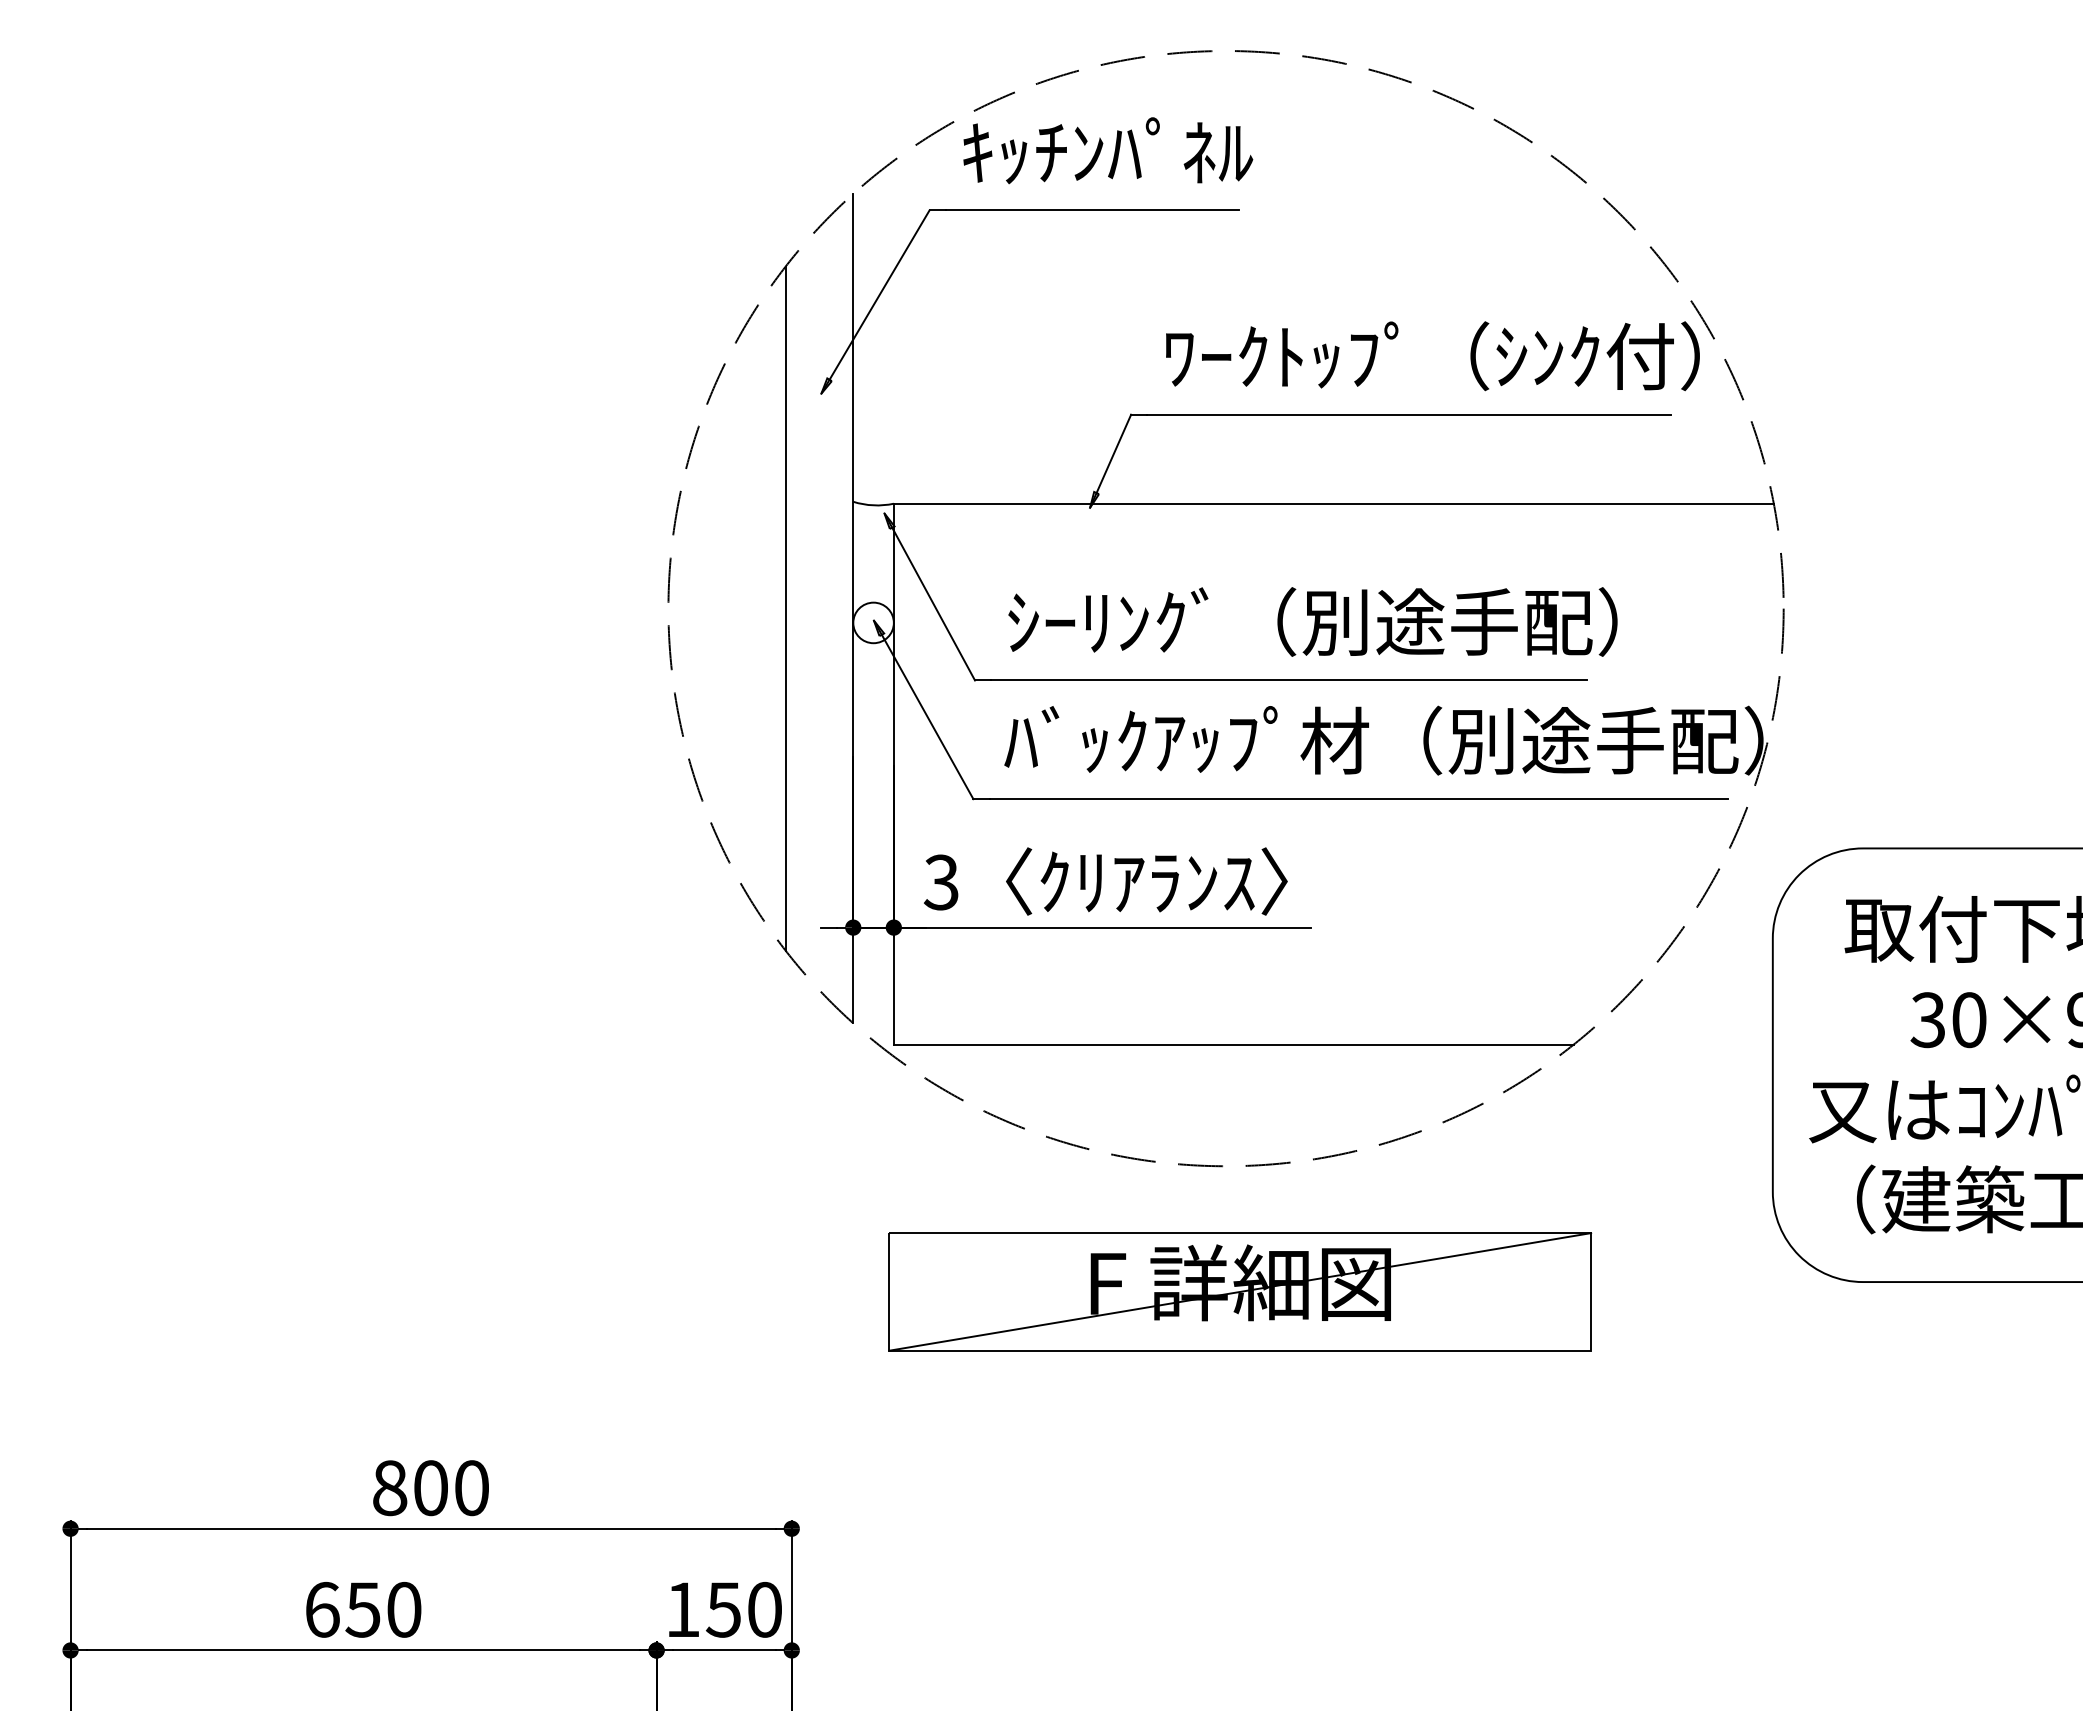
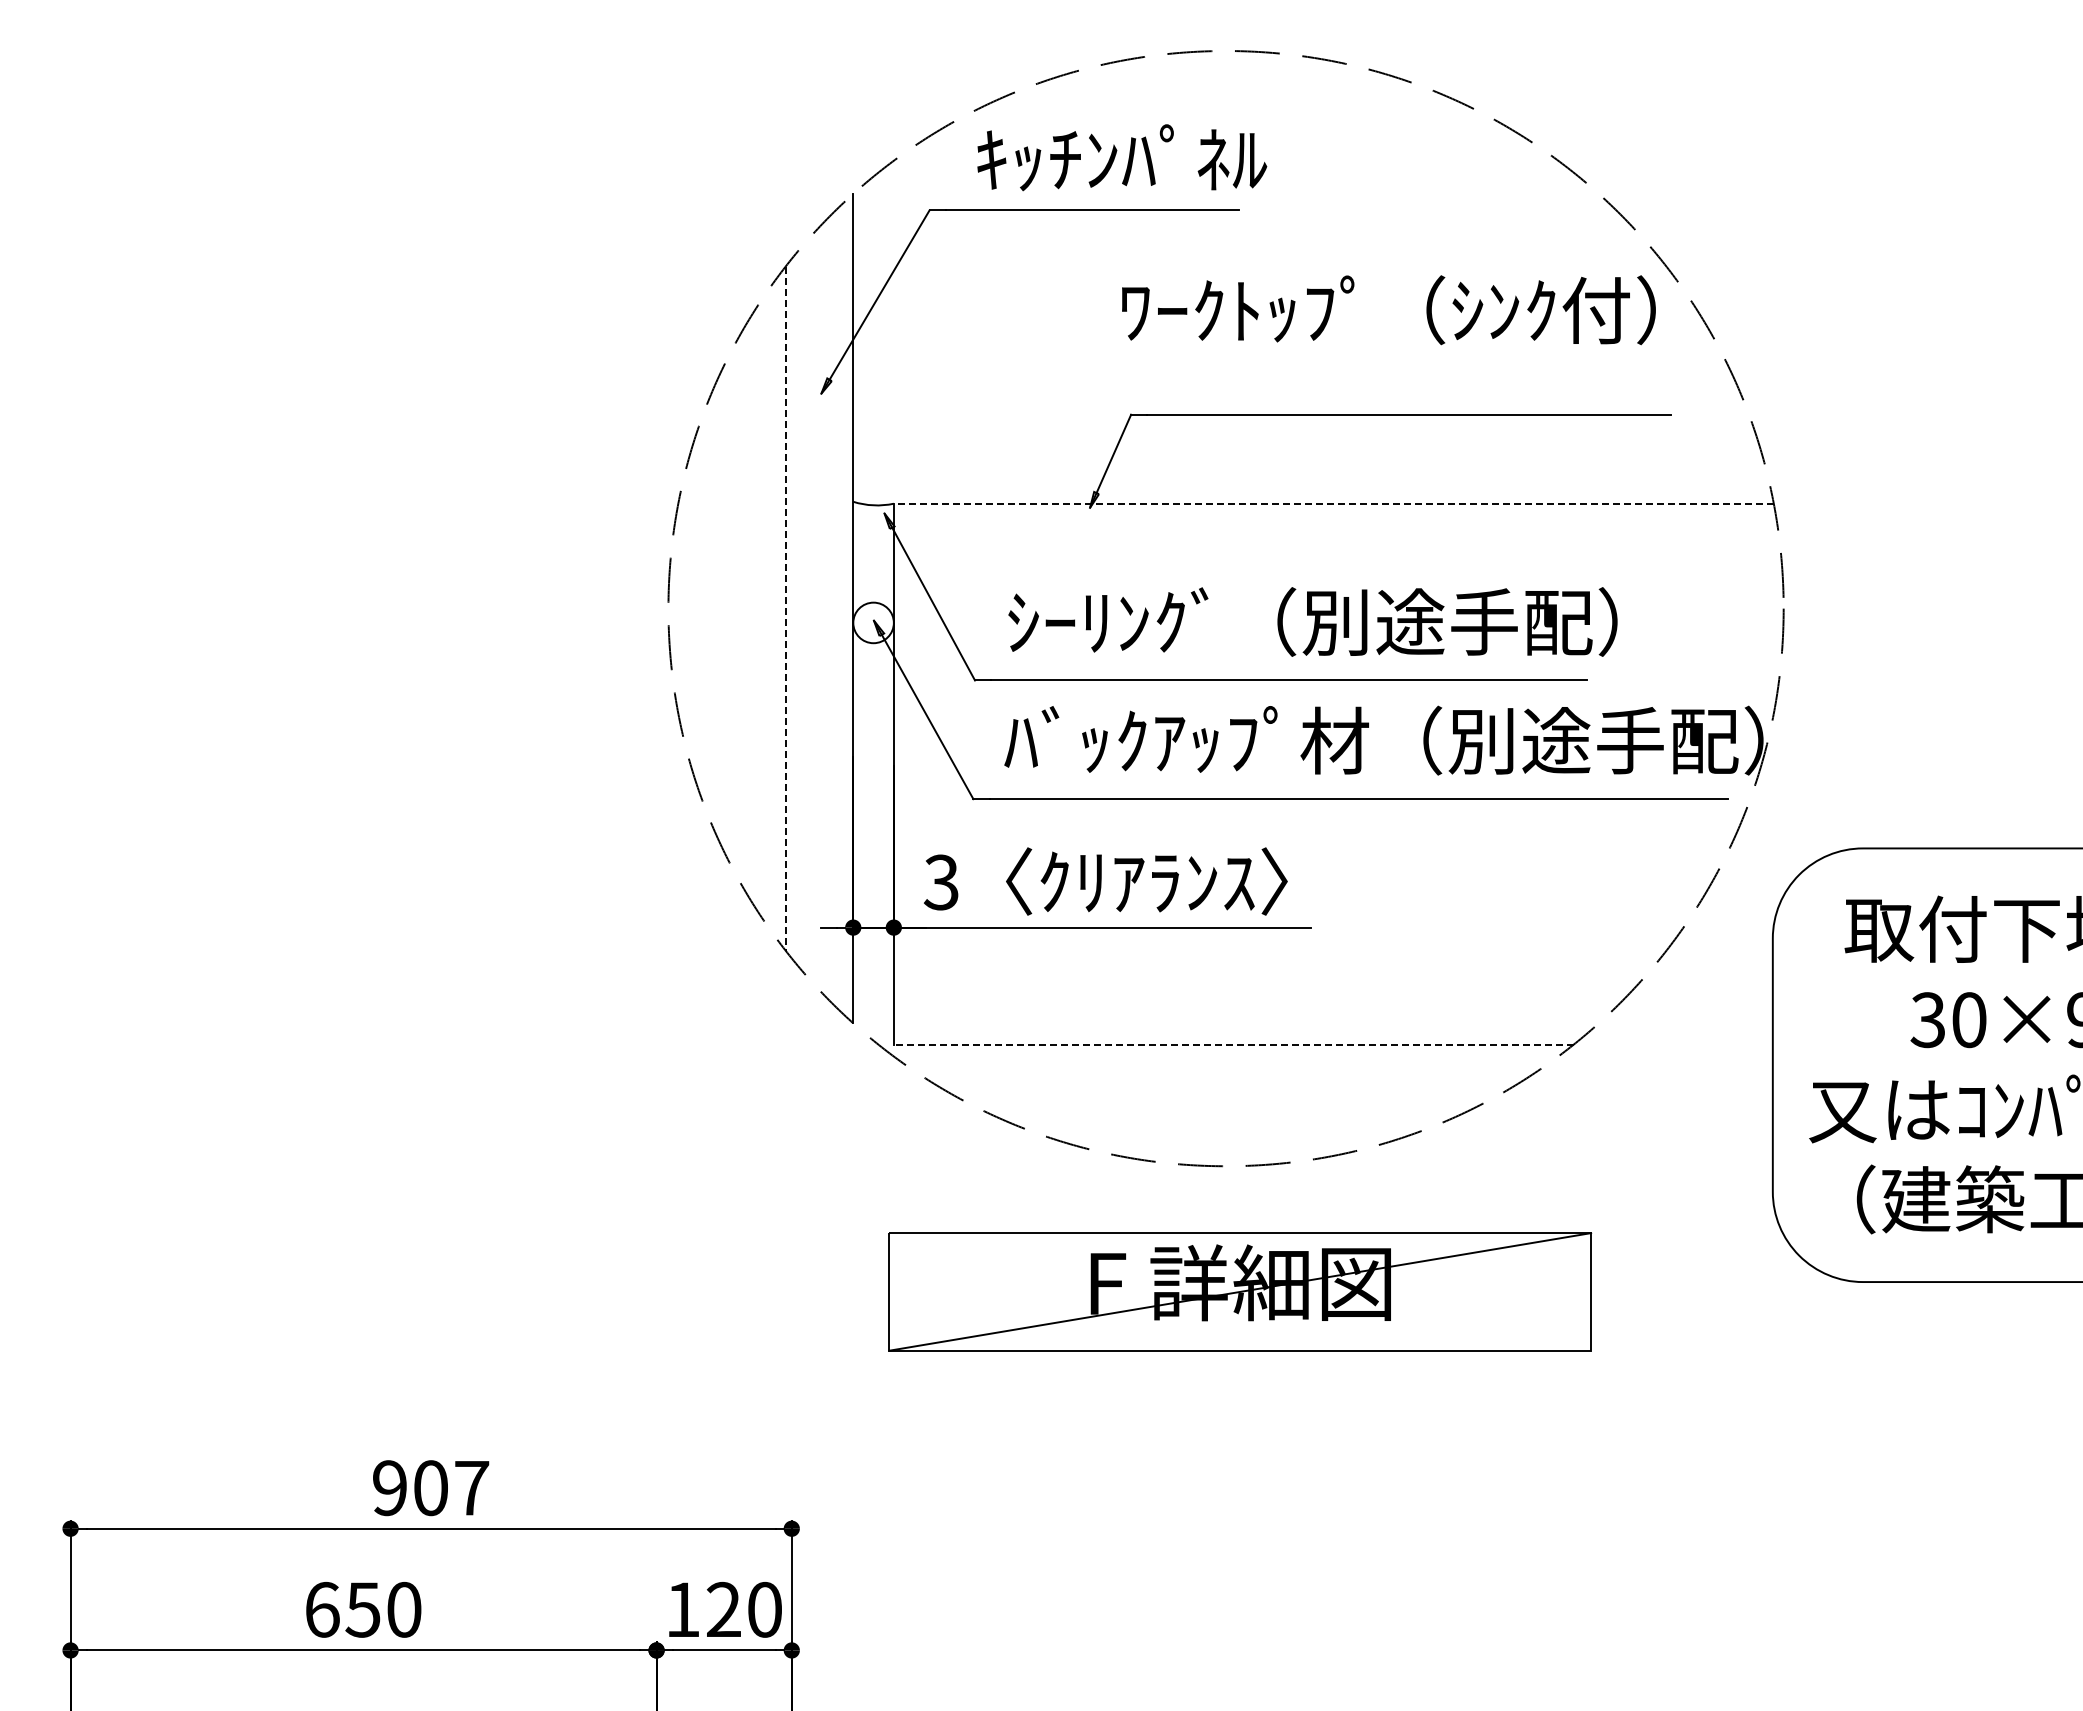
text at (1108, 150) position: (1108, 150) -> (1122, 157)
text at (1432, 356) position: (1432, 356) -> (1388, 310)
line at (1333, 503): solid -> dashed
line at (785, 609): solid -> dashed
line at (1233, 1044): solid -> dashed
text at (431, 1488): 800 -> 907
text at (722, 1609): 150 -> 120
